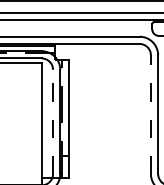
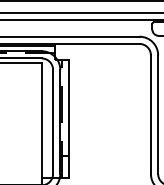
line at (150, 114): dashed -> solid
line at (53, 121): dashed -> solid
